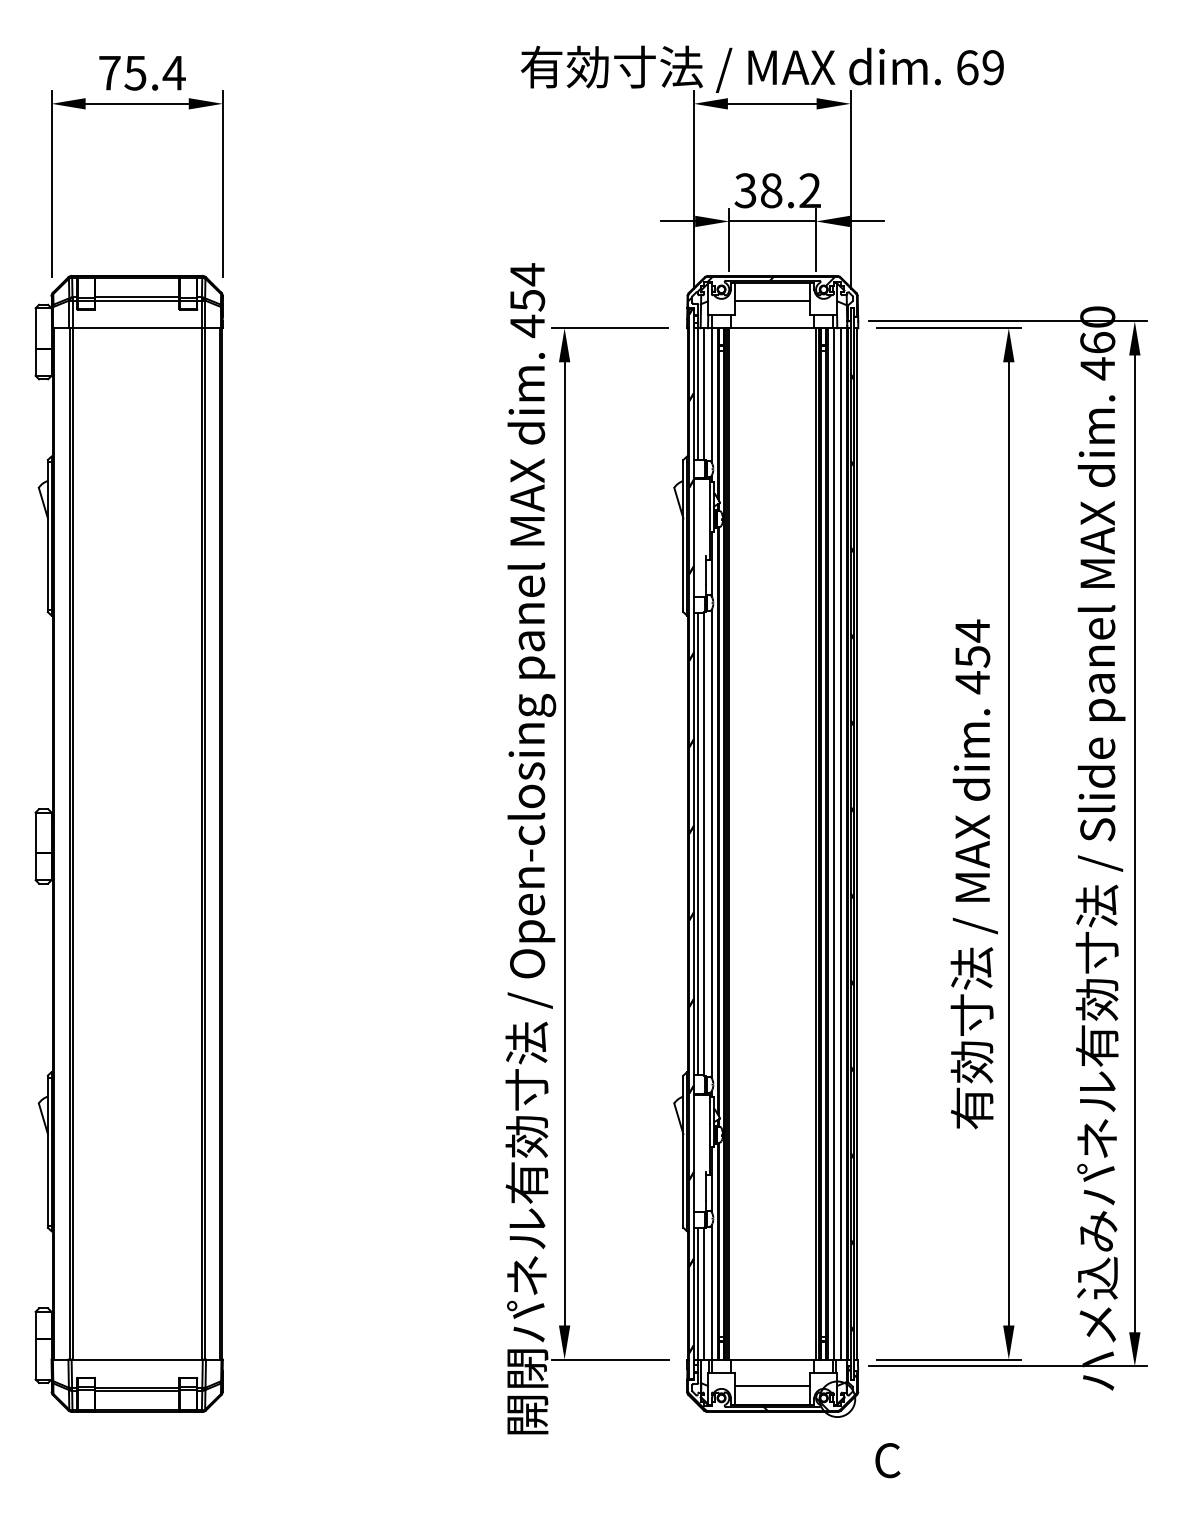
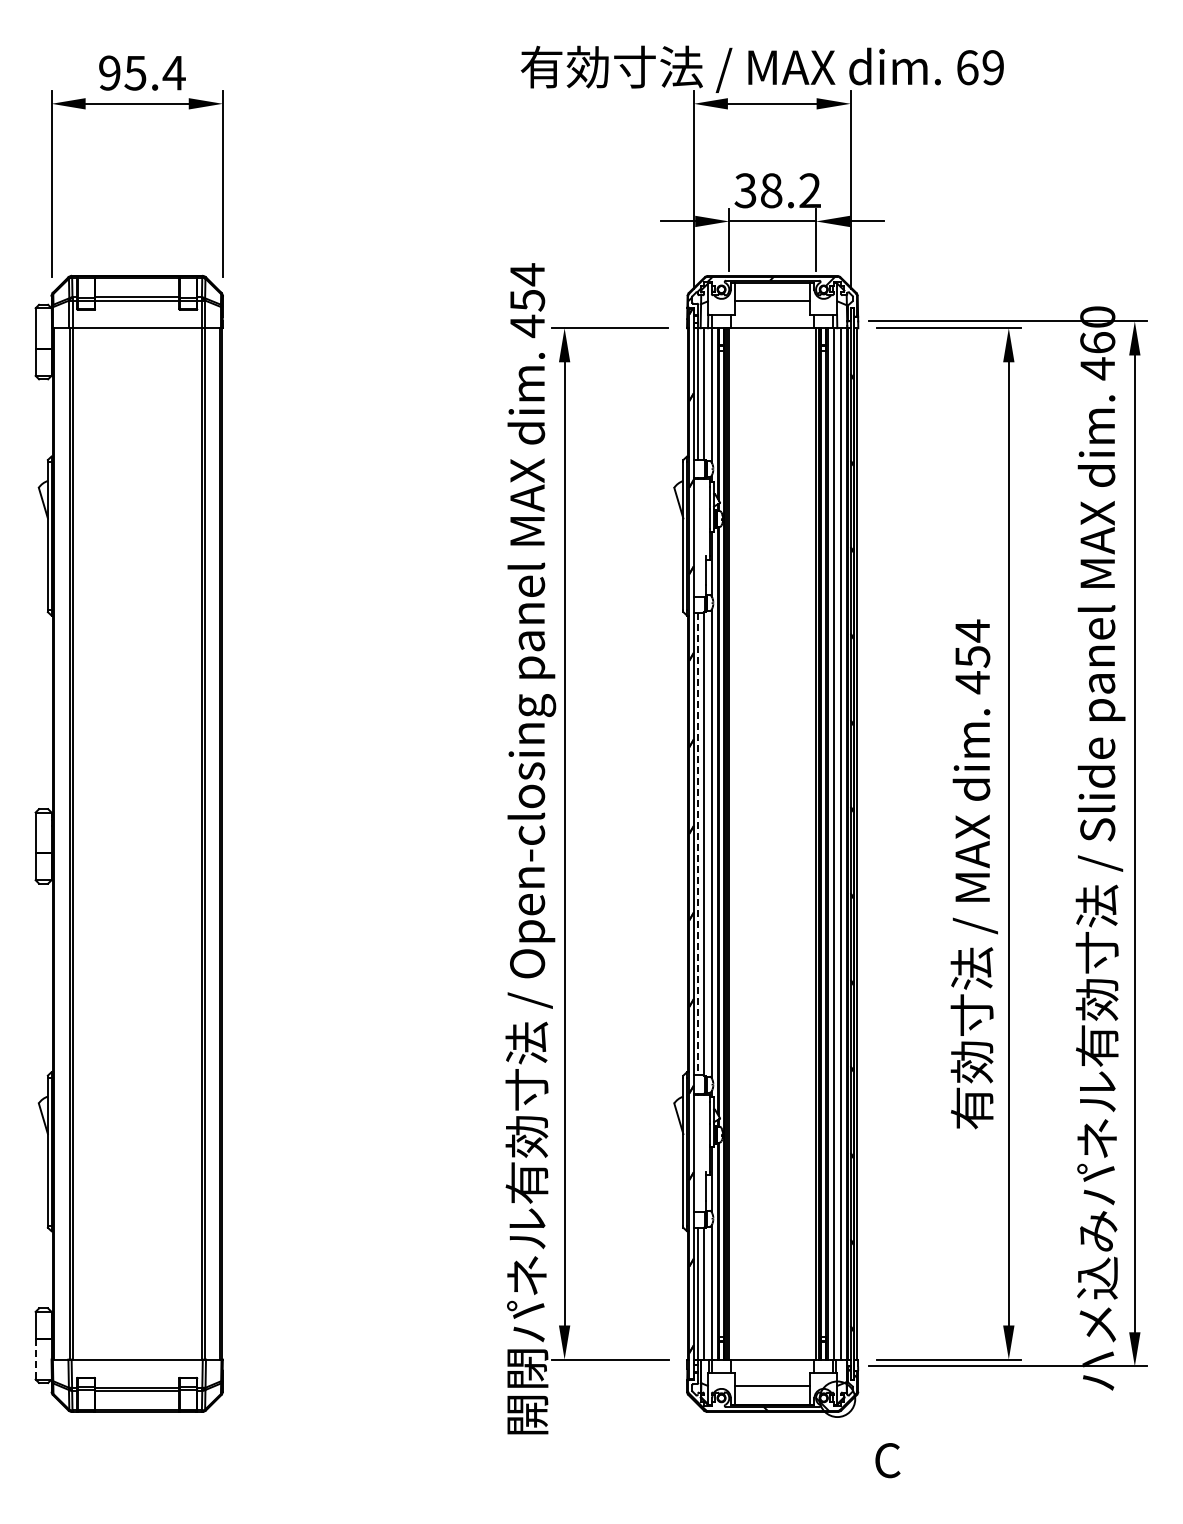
text at (109, 72): 75.4 -> 95.4
line at (698, 844): solid -> dashed
line at (35, 1359): solid -> dashed
